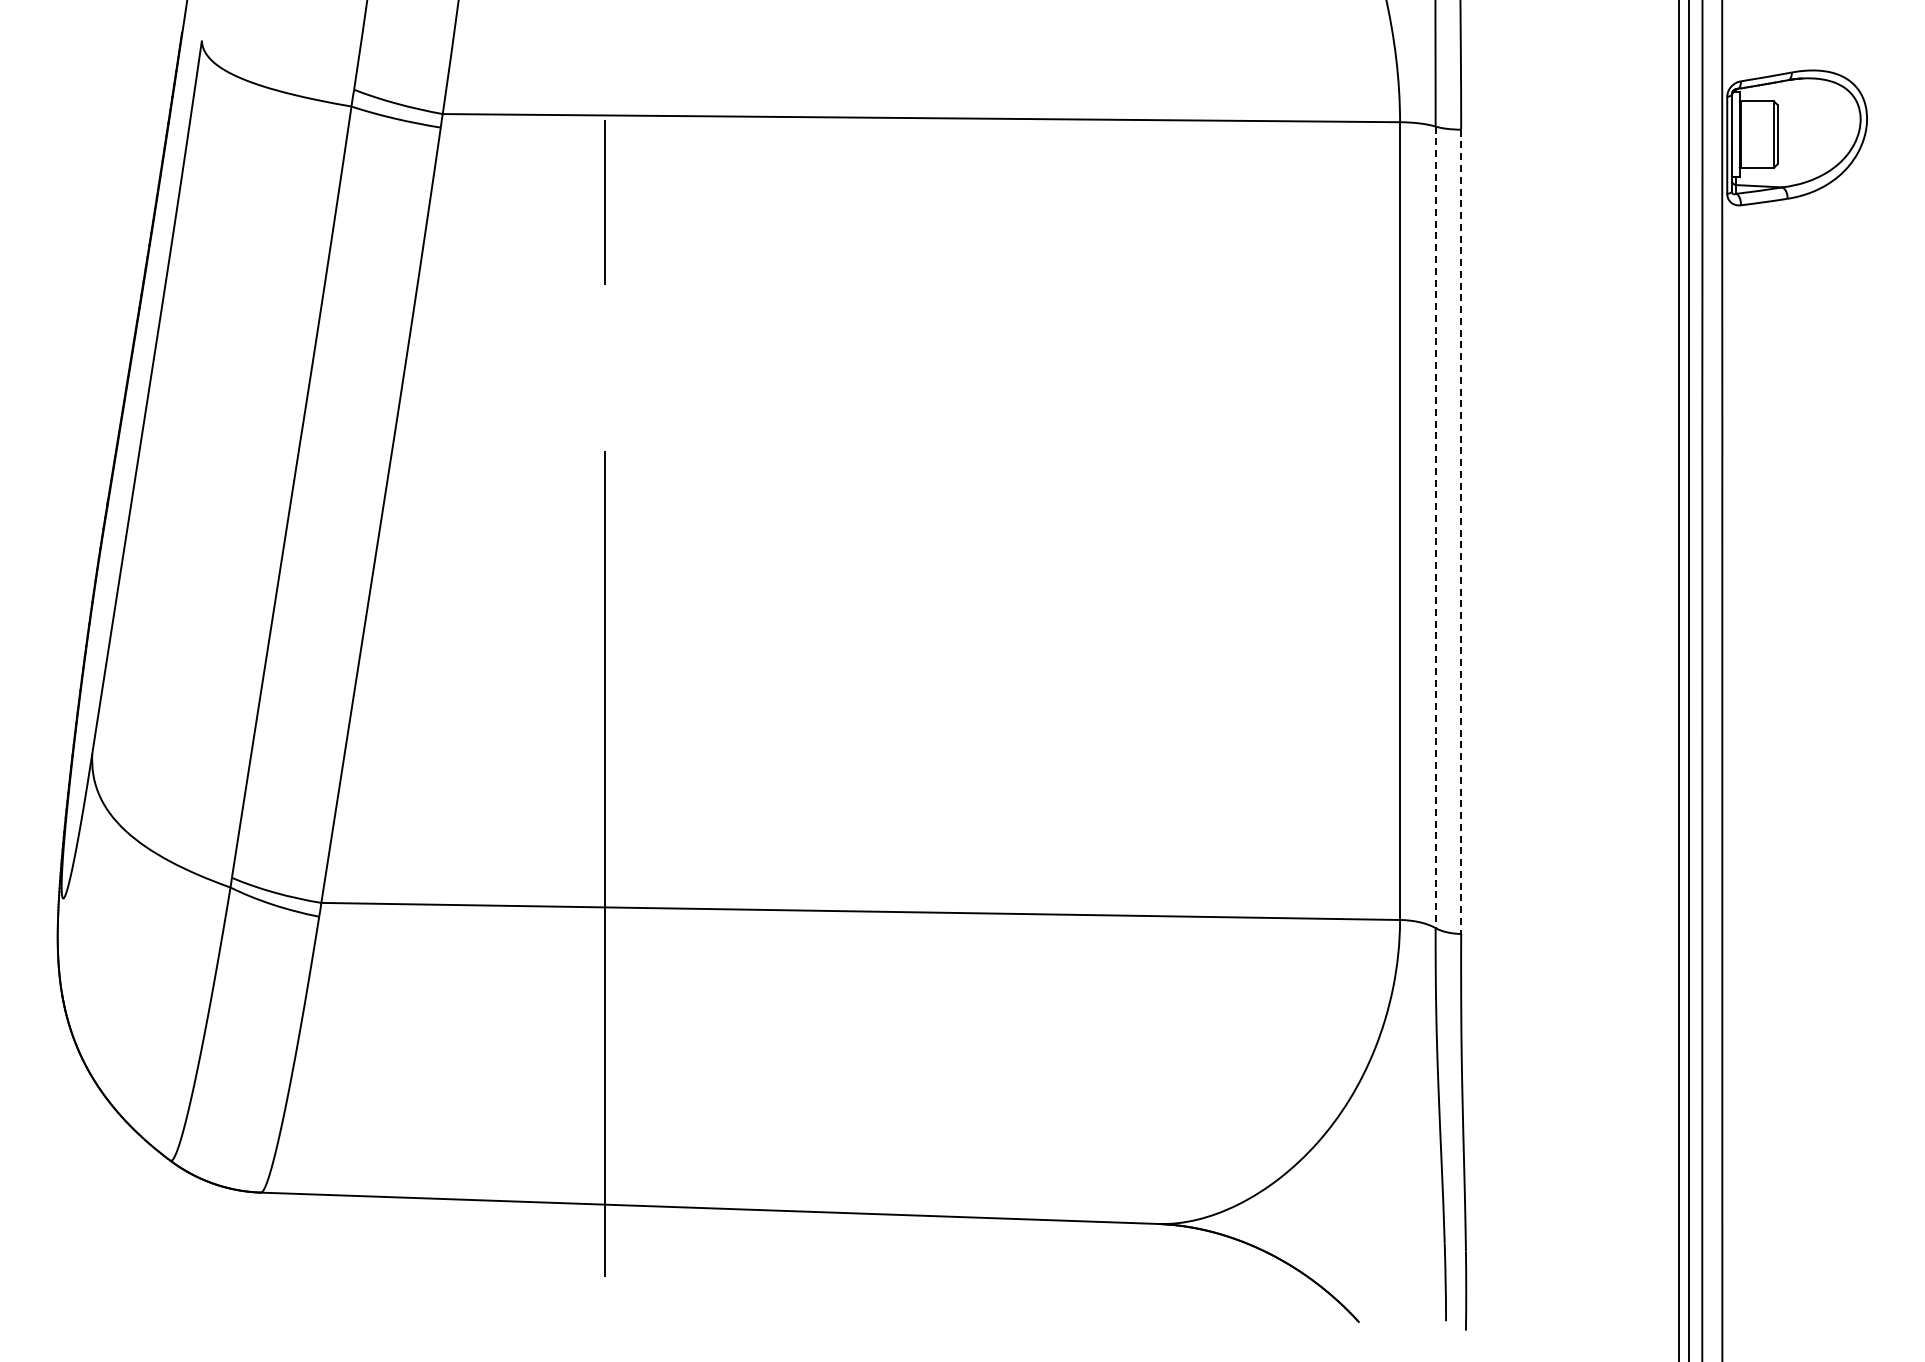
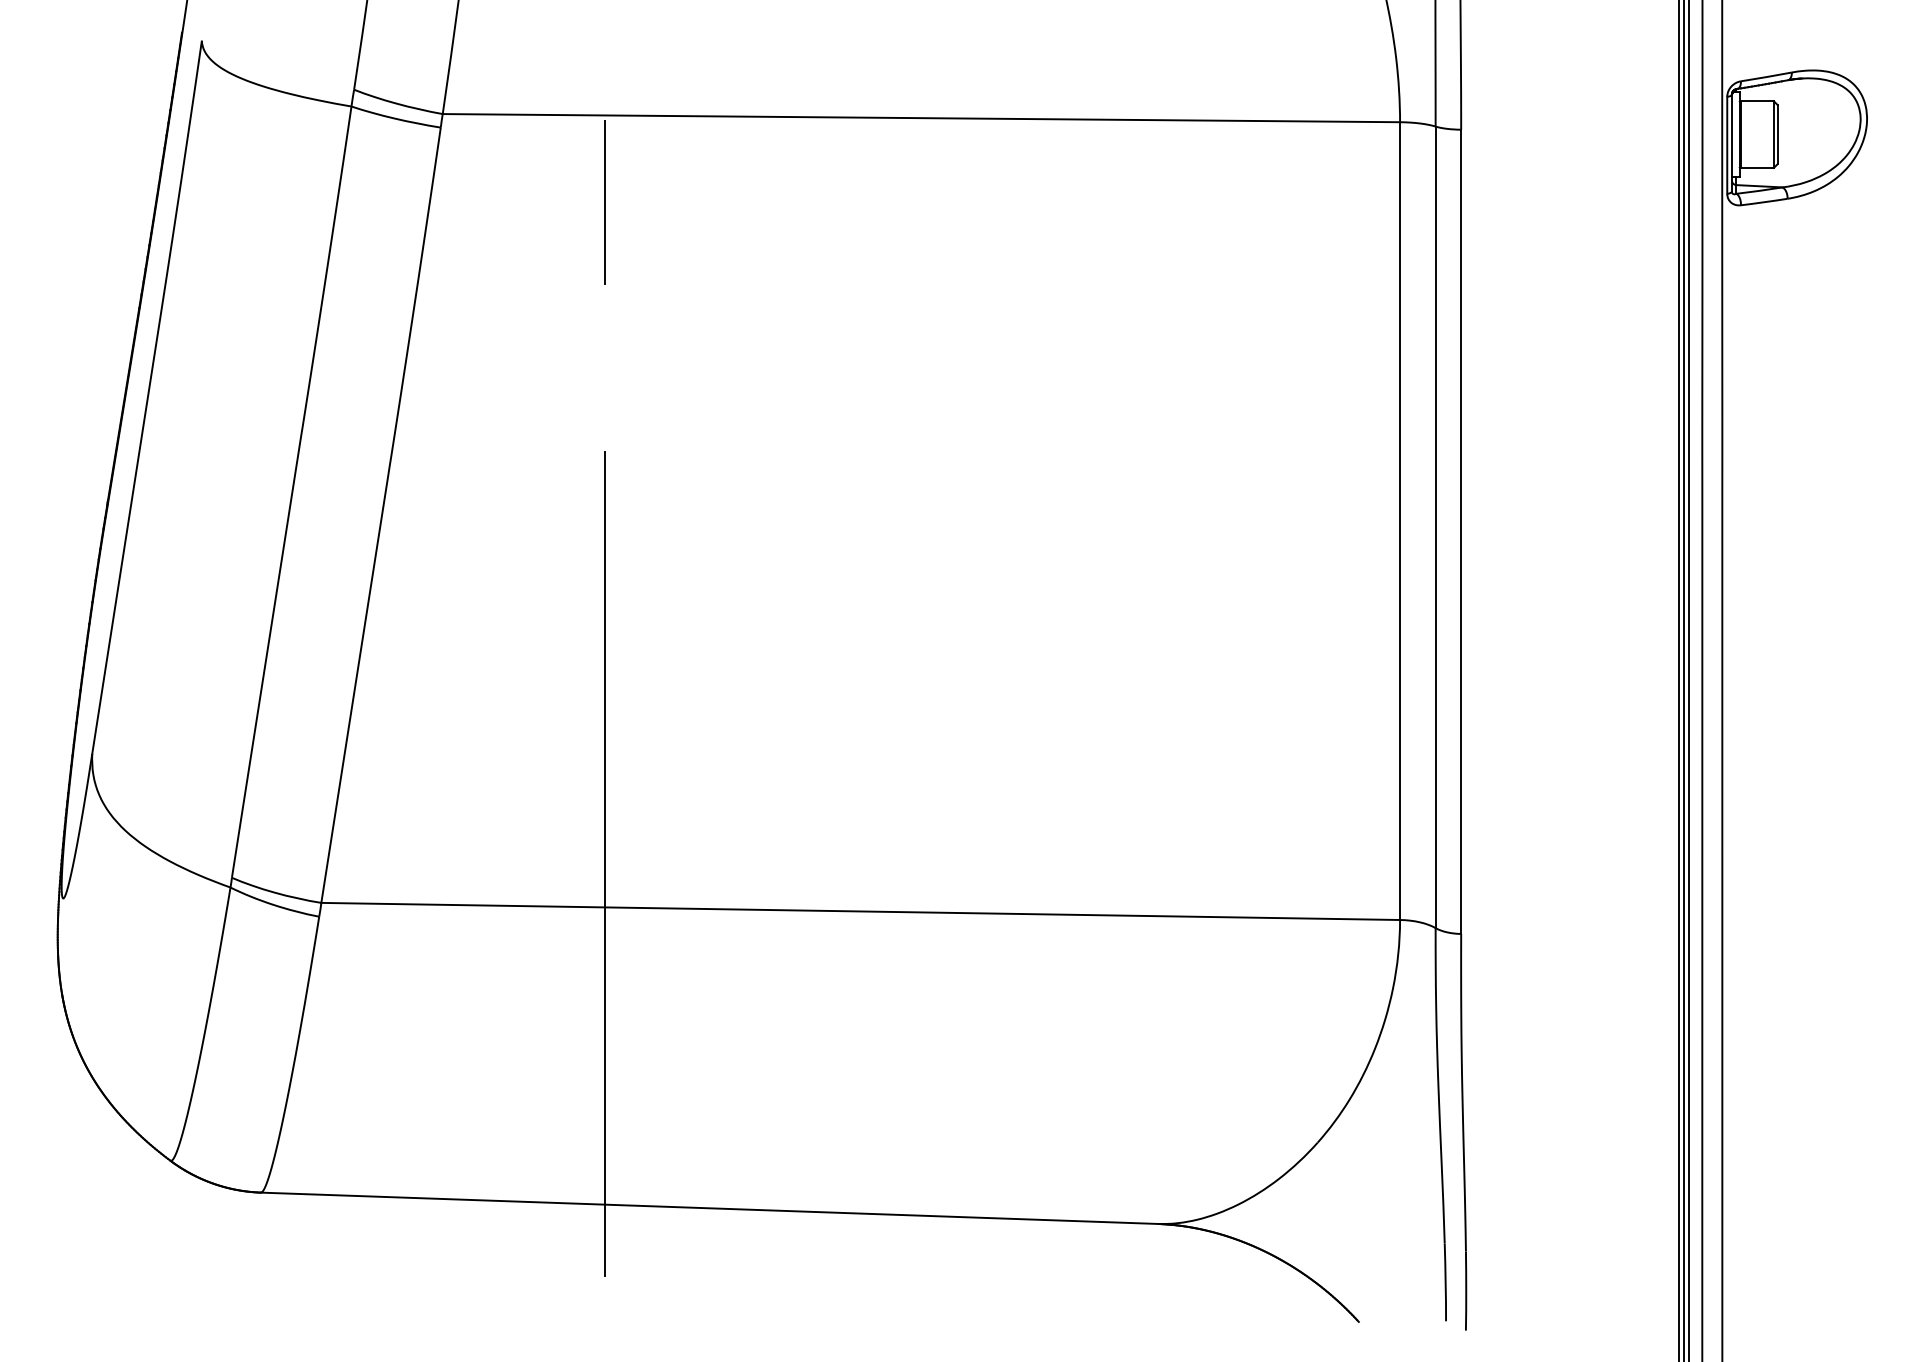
line at (1435, 527): dashed -> solid
line at (1461, 532): dashed -> solid
line at (1684, 680): none -> present
